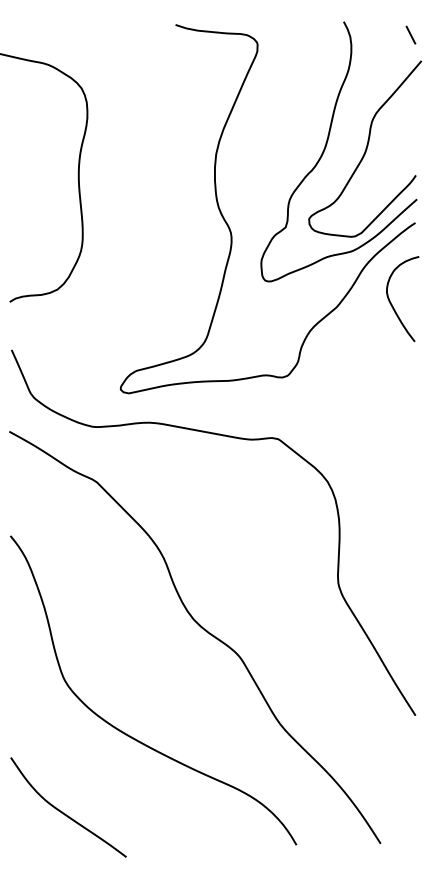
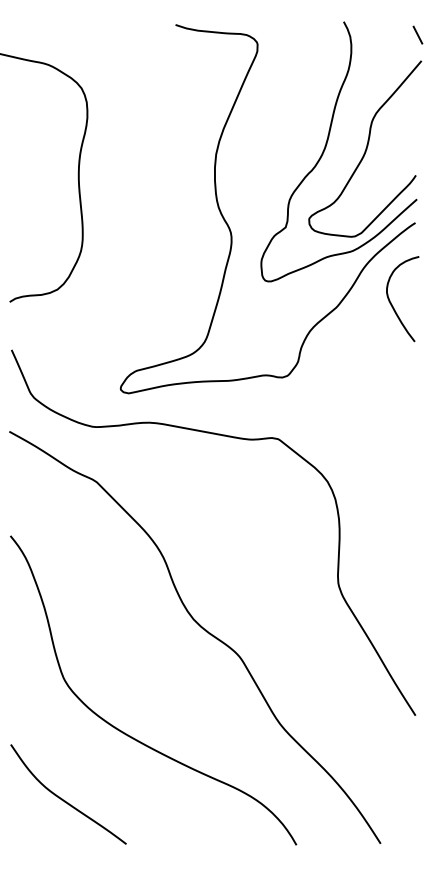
line at (410, 34) position: (410, 34) -> (417, 34)
curve at (65, 813) position: (65, 813) -> (65, 800)
